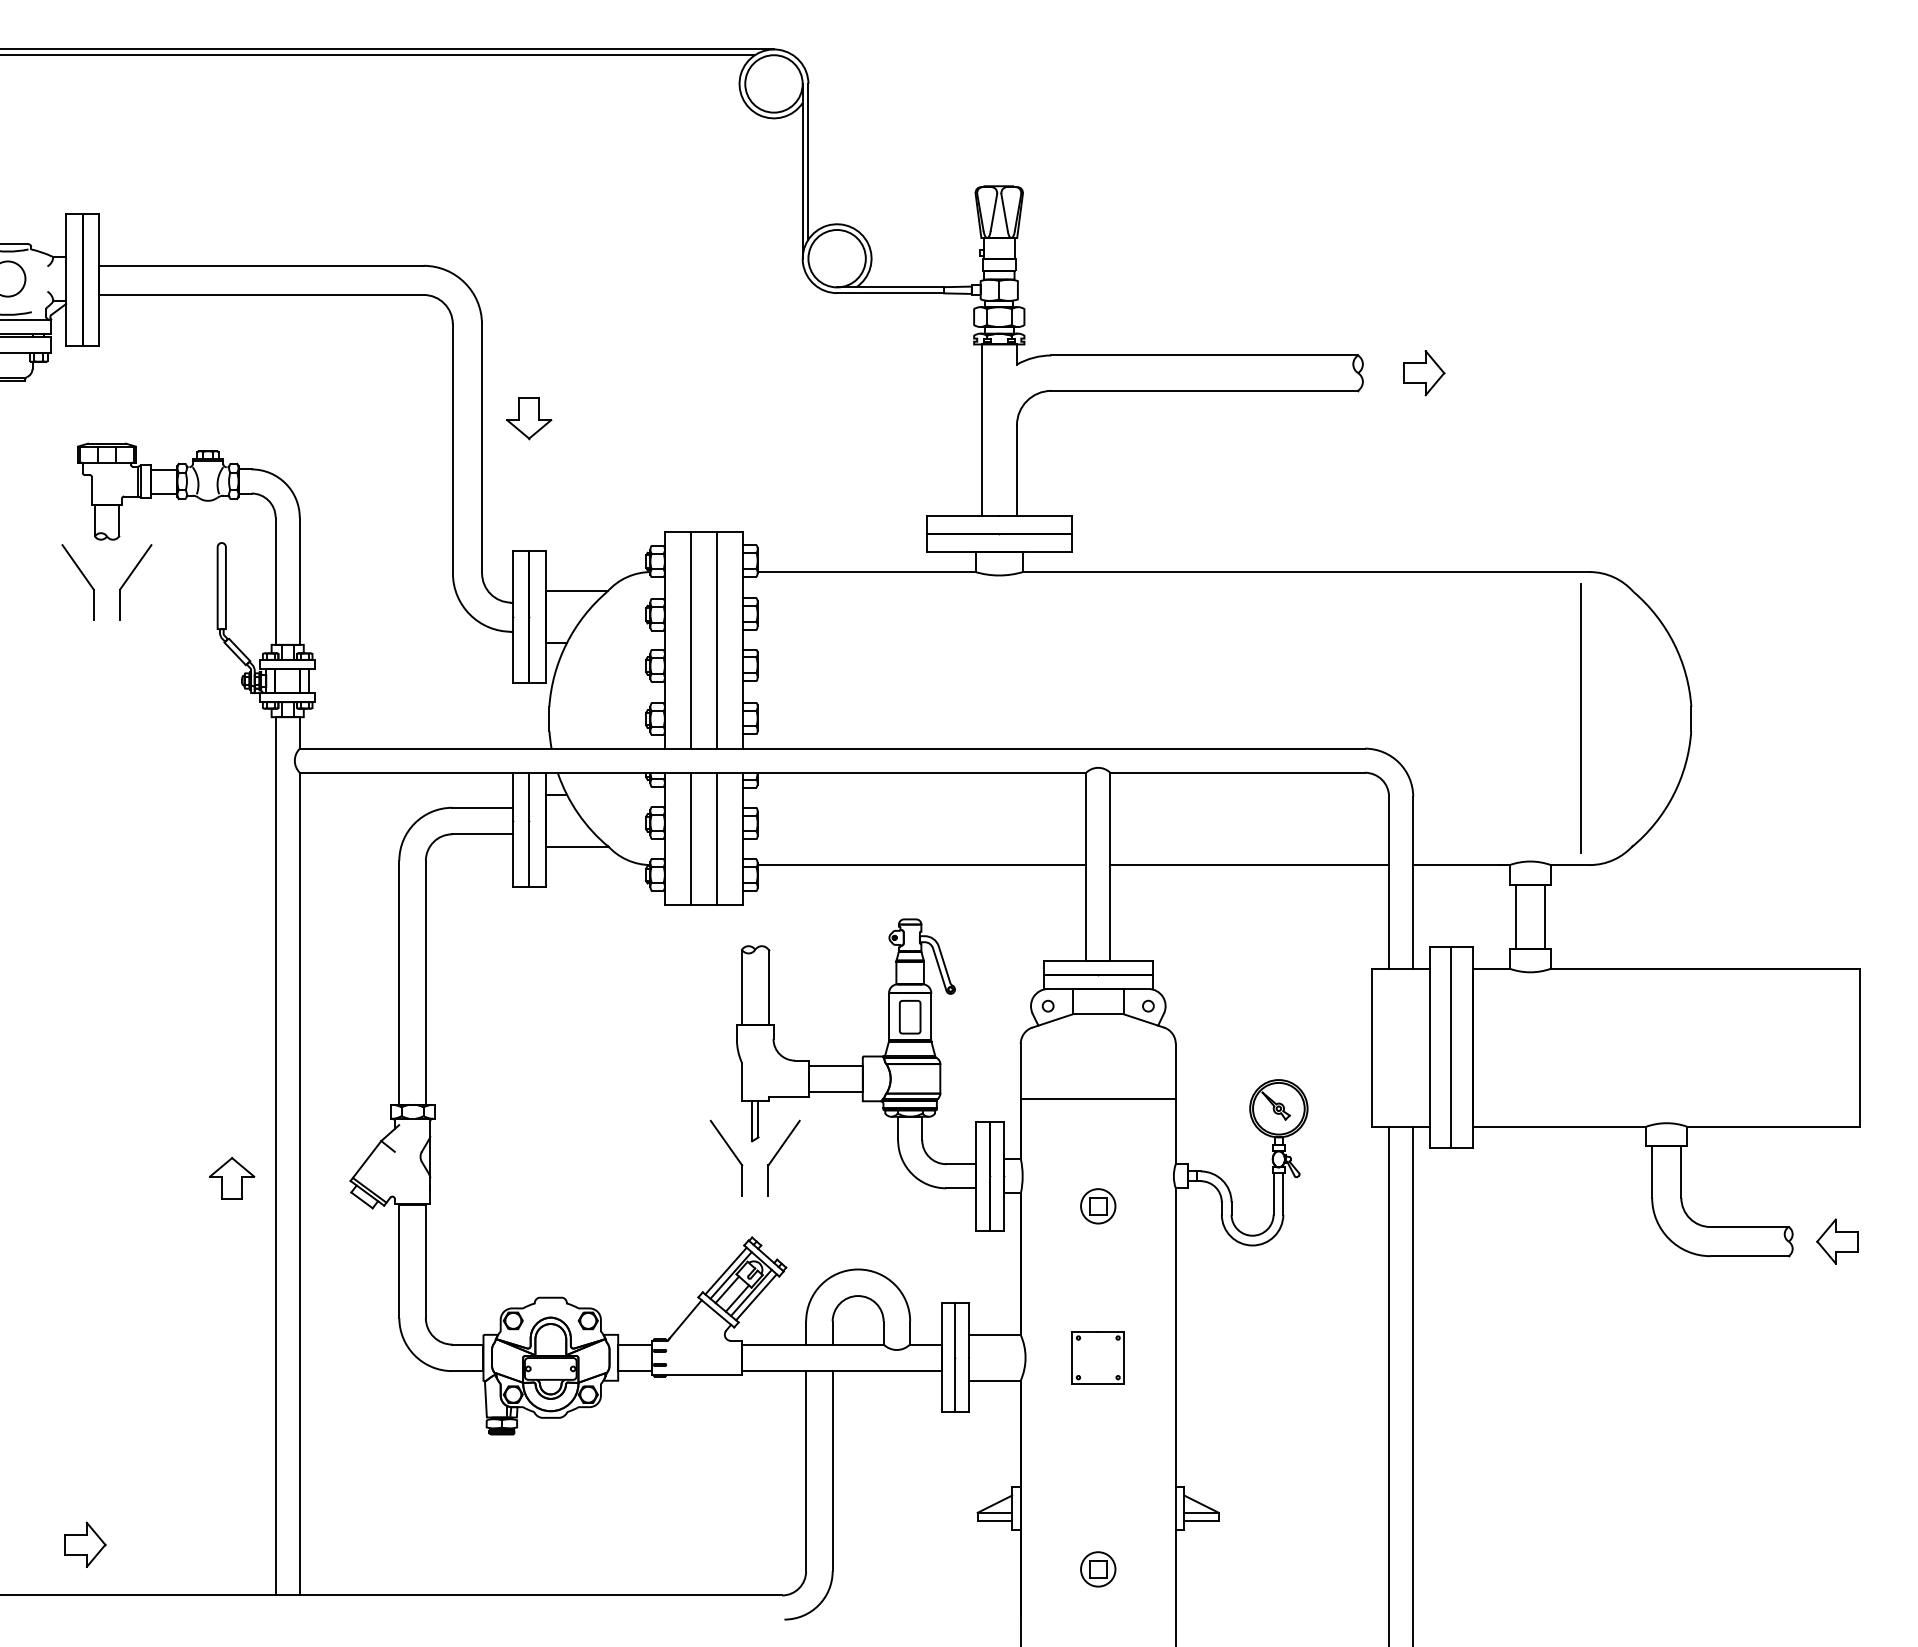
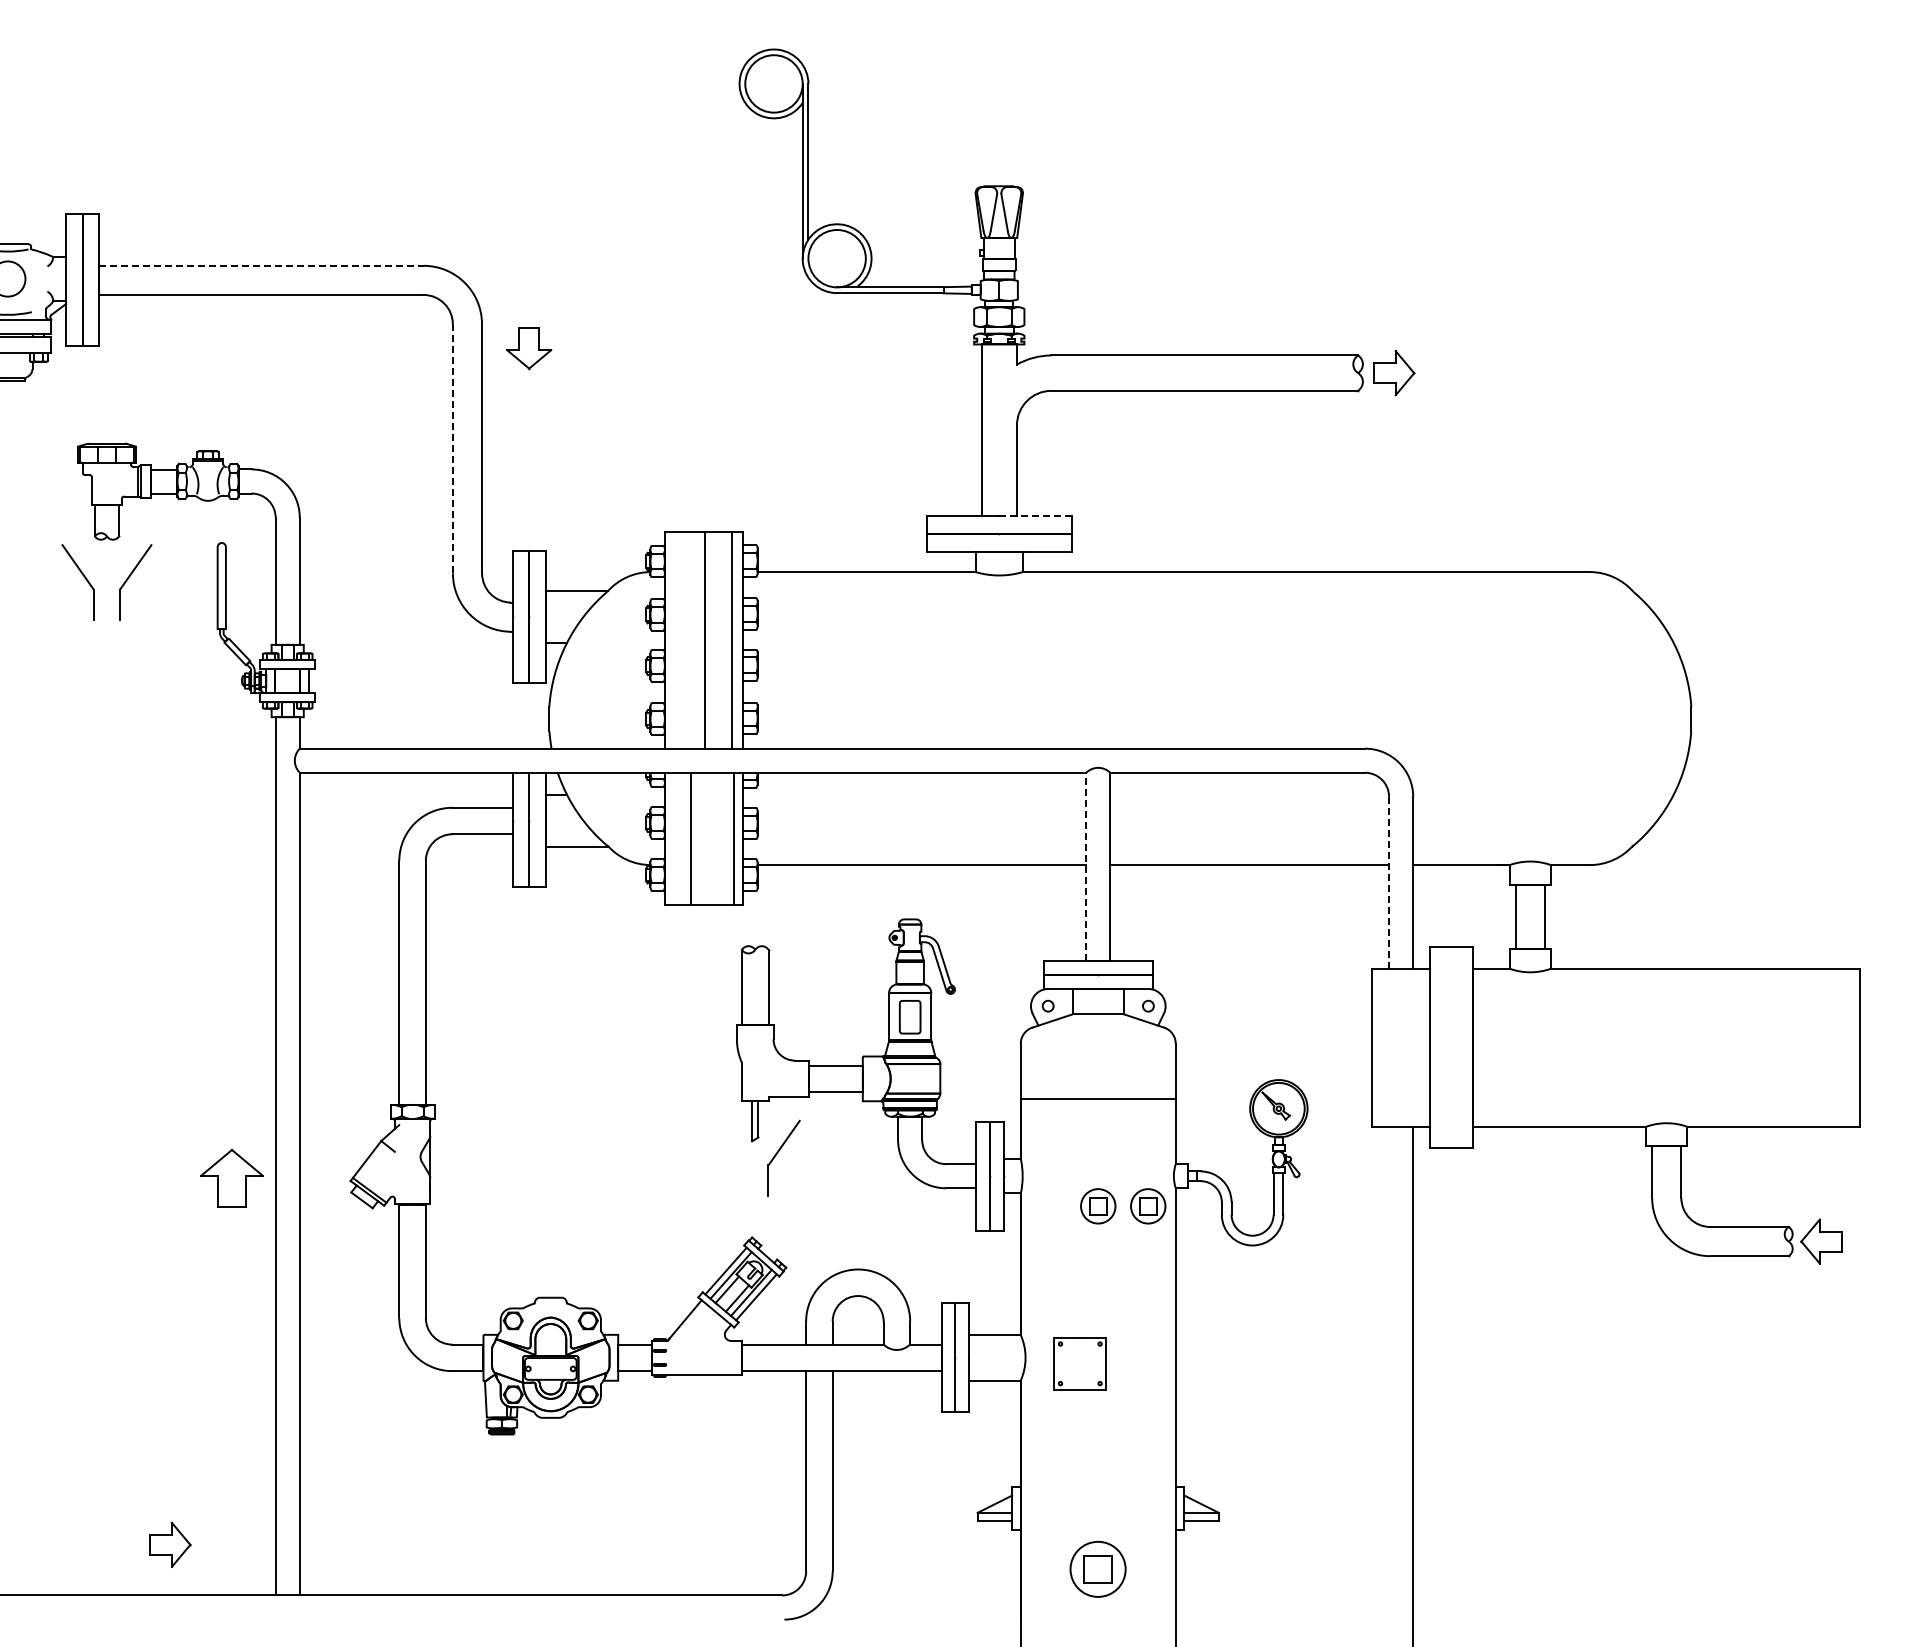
line at (387, 49): present -> none
line at (378, 55): present -> none
line at (262, 265): solid -> dashed
part at (1424, 373) position: (1424, 373) -> (1394, 373)
part at (529, 418) position: (529, 418) -> (529, 348)
line at (452, 448): solid -> dashed
line at (1036, 515): solid -> dashed
line at (690, 640) position: (690, 640) -> (704, 640)
line at (717, 640) position: (717, 640) -> (732, 640)
line at (1581, 718): present -> none
line at (717, 838) position: (717, 838) -> (734, 838)
line at (1086, 866): solid -> dashed
line at (1389, 882): solid -> dashed
line at (1451, 1047): present -> none
part at (732, 1153): present -> none
part at (232, 1178) size: 47x43 px -> 64x60 px
part at (1148, 1206): none -> present
part at (1837, 1241) position: (1837, 1241) -> (1821, 1241)
part at (1097, 1357) position: (1097, 1357) -> (1079, 1363)
line at (1389, 1384): present -> none
part at (85, 1544) position: (85, 1544) -> (170, 1544)
part at (1098, 1569) size: 37x37 px -> 58x58 px
